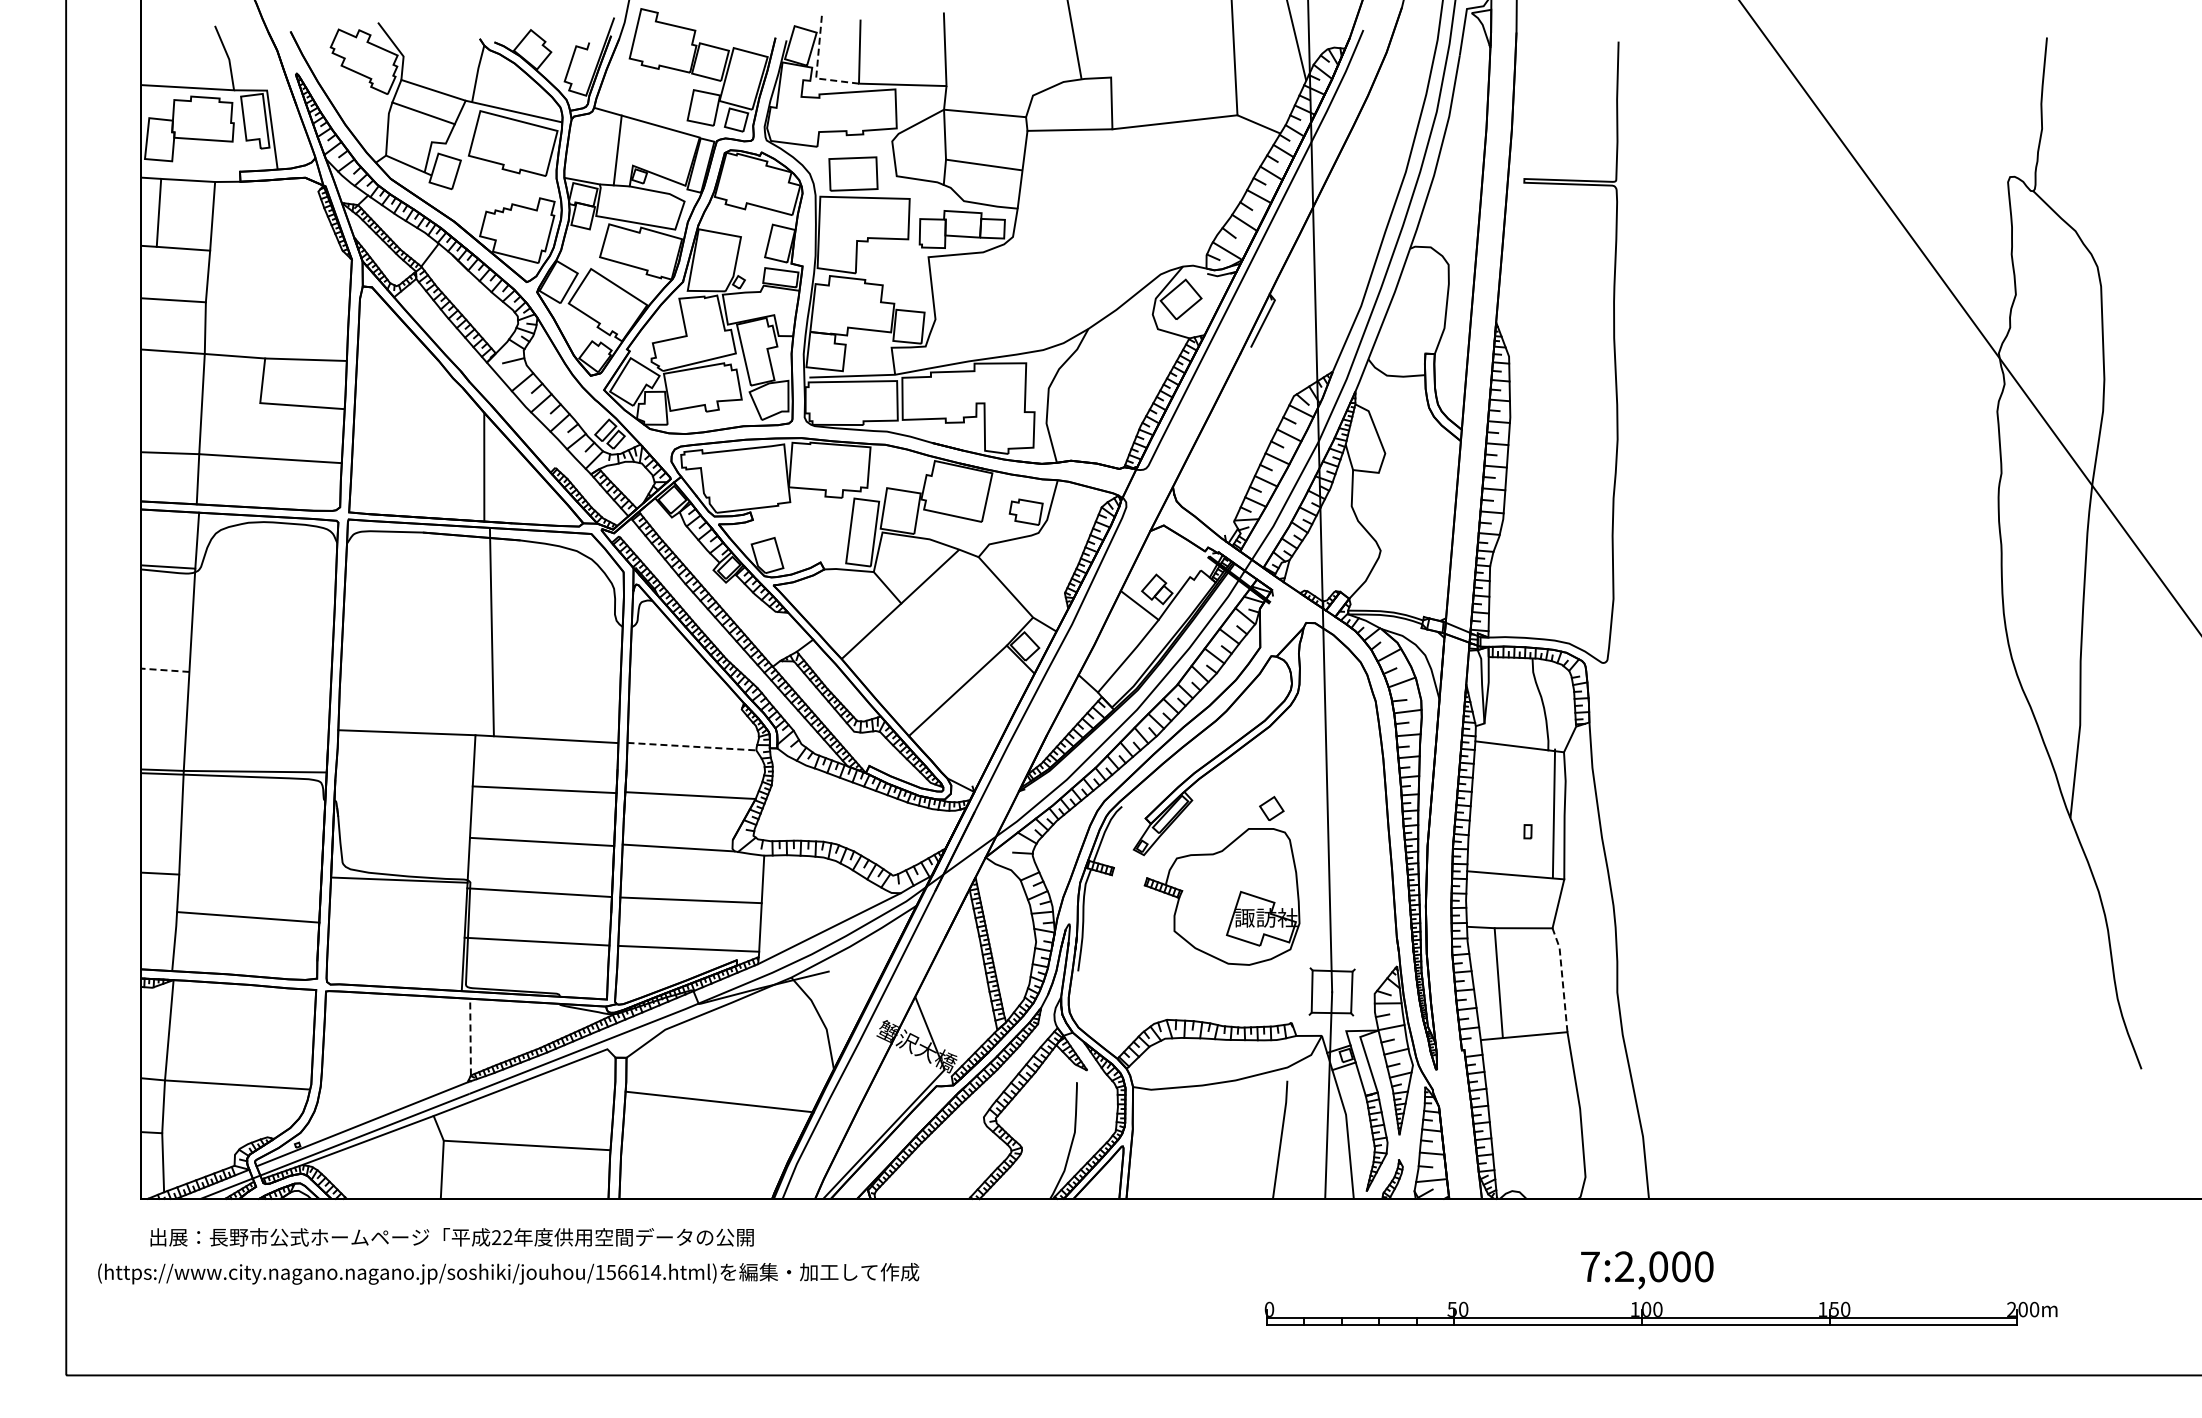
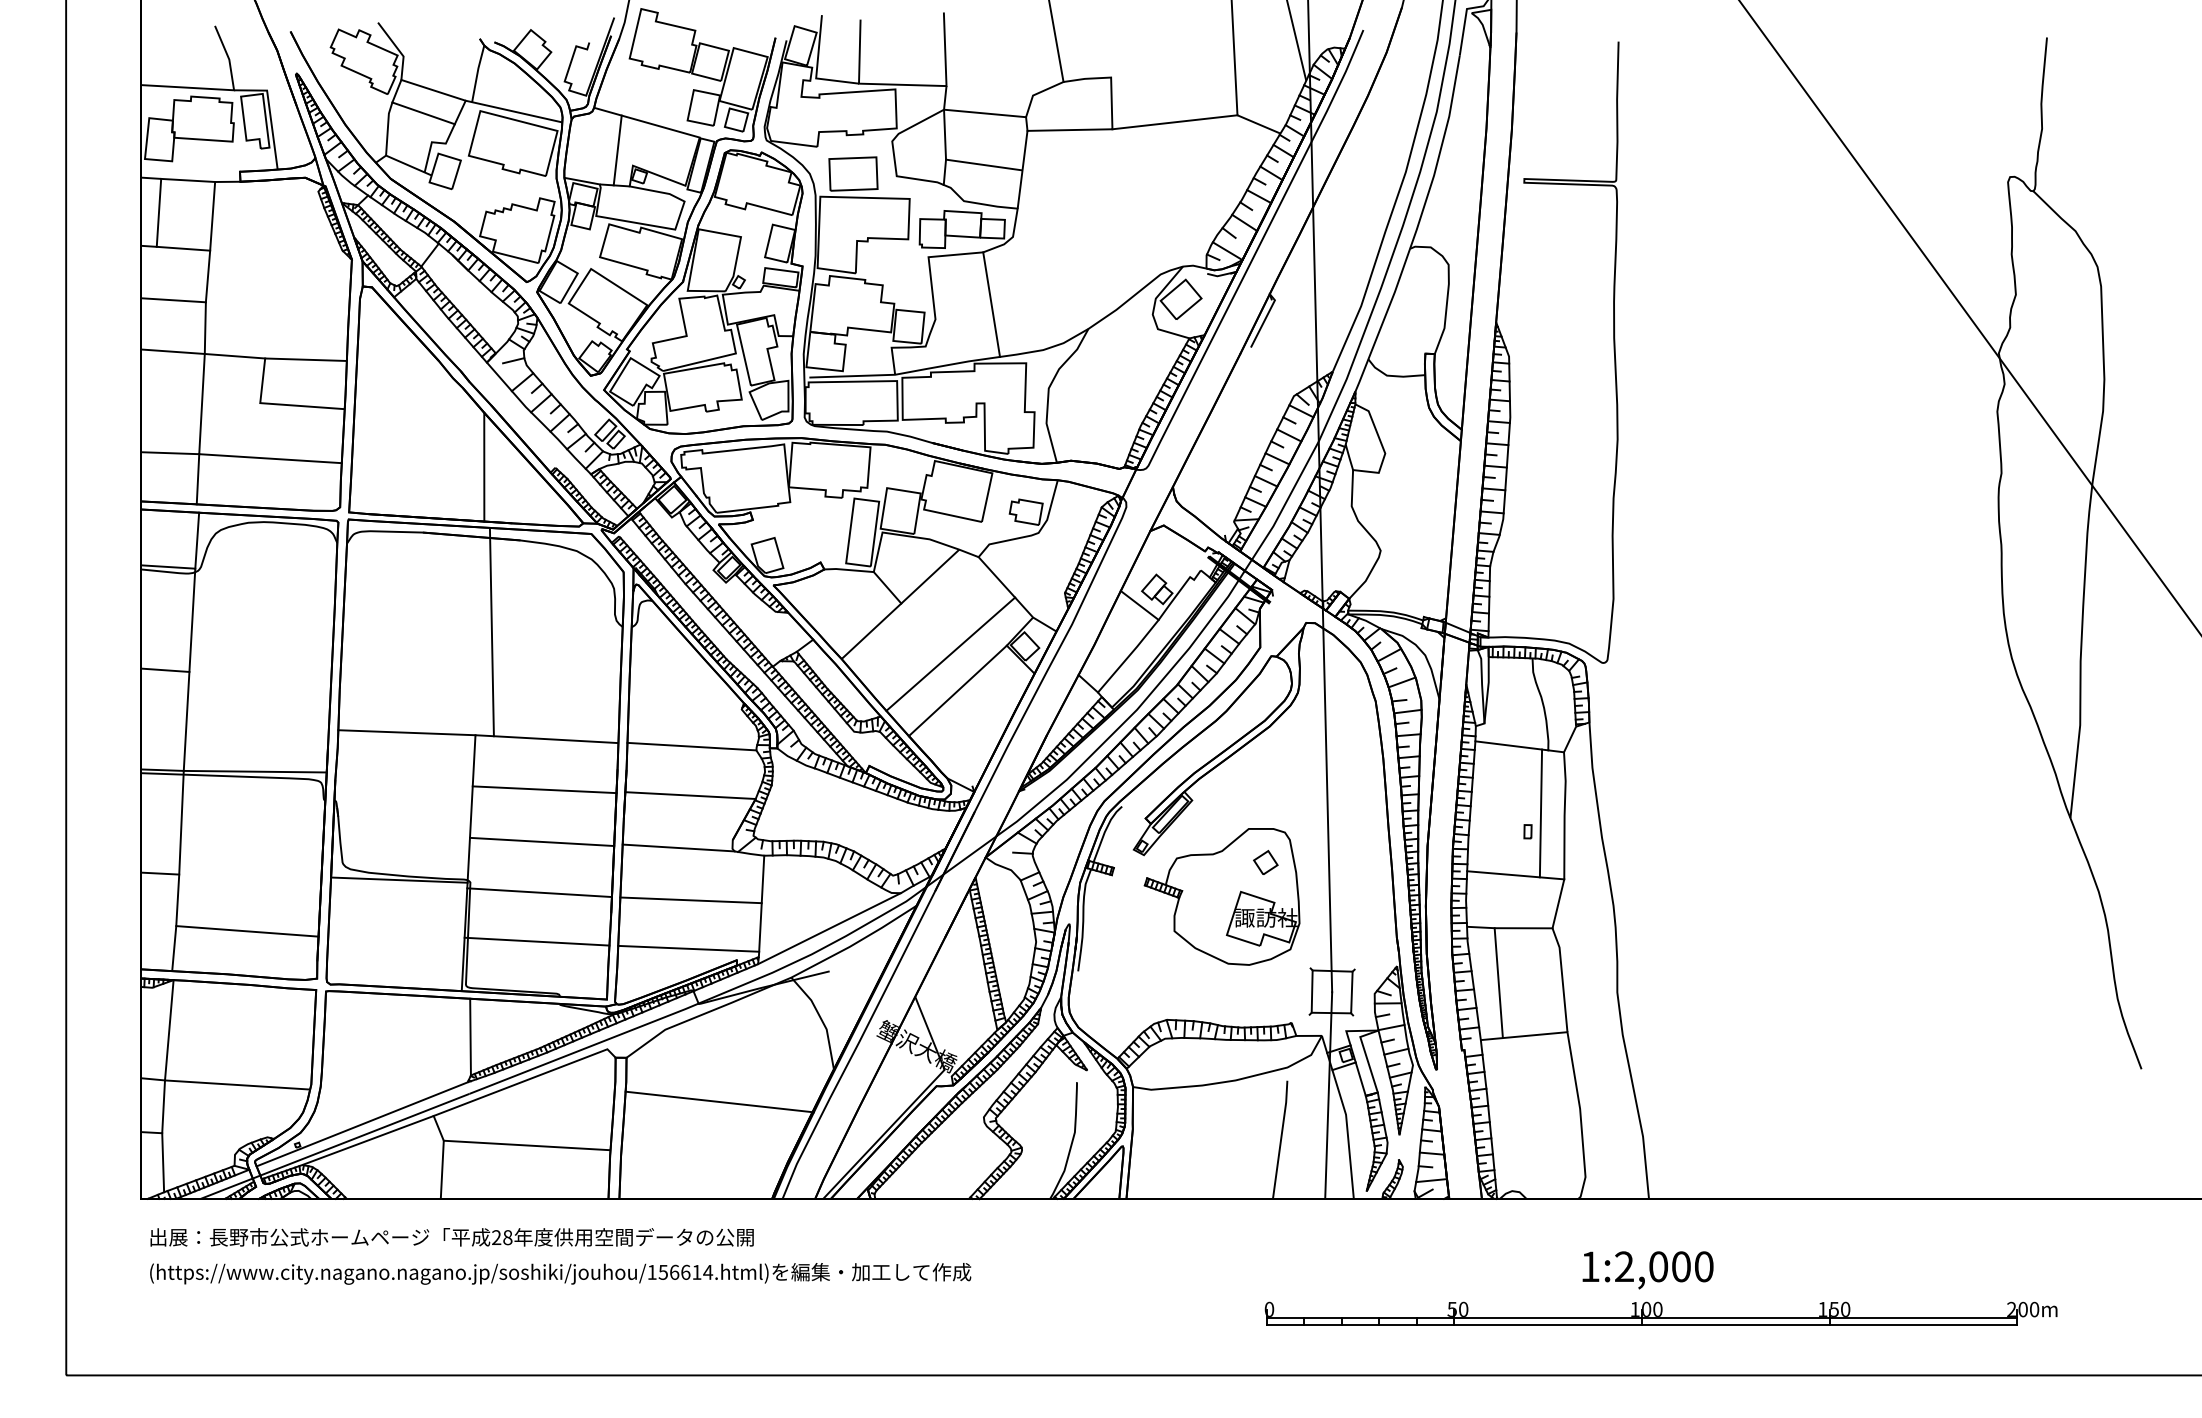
line at (1074, 40) position: (1074, 40) -> (1056, 42)
line at (817, 68): dashed -> solid
line at (991, 304): none -> present
line at (950, 653): none -> present
line at (164, 670): dashed -> solid
line at (691, 746): dashed -> solid
part at (1271, 808) position: (1271, 808) -> (1265, 862)
line at (1553, 813) position: (1553, 813) -> (1540, 813)
line at (248, 917) position: (248, 917) -> (247, 931)
line at (1562, 978): dashed -> solid
line at (470, 1036): dashed -> solid
text at (507, 1237): 22 -> 28
text at (1590, 1266): 7:2,000 -> 1:2,000
text at (508, 1273) position: (508, 1273) -> (560, 1273)
